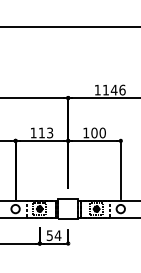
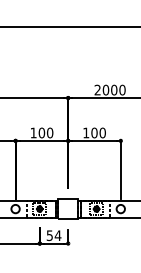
text at (109, 89): 1146 -> 2000
text at (45, 132): 113 -> 100
